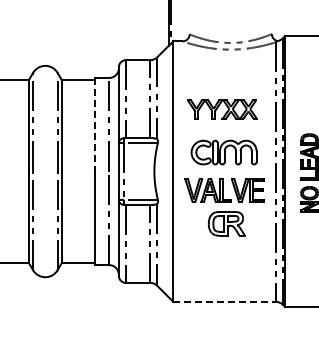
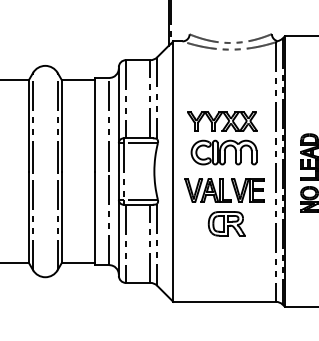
part at (222, 109) position: (222, 109) -> (222, 121)
line at (95, 124): dashed -> solid
line at (225, 301): dashed -> solid
